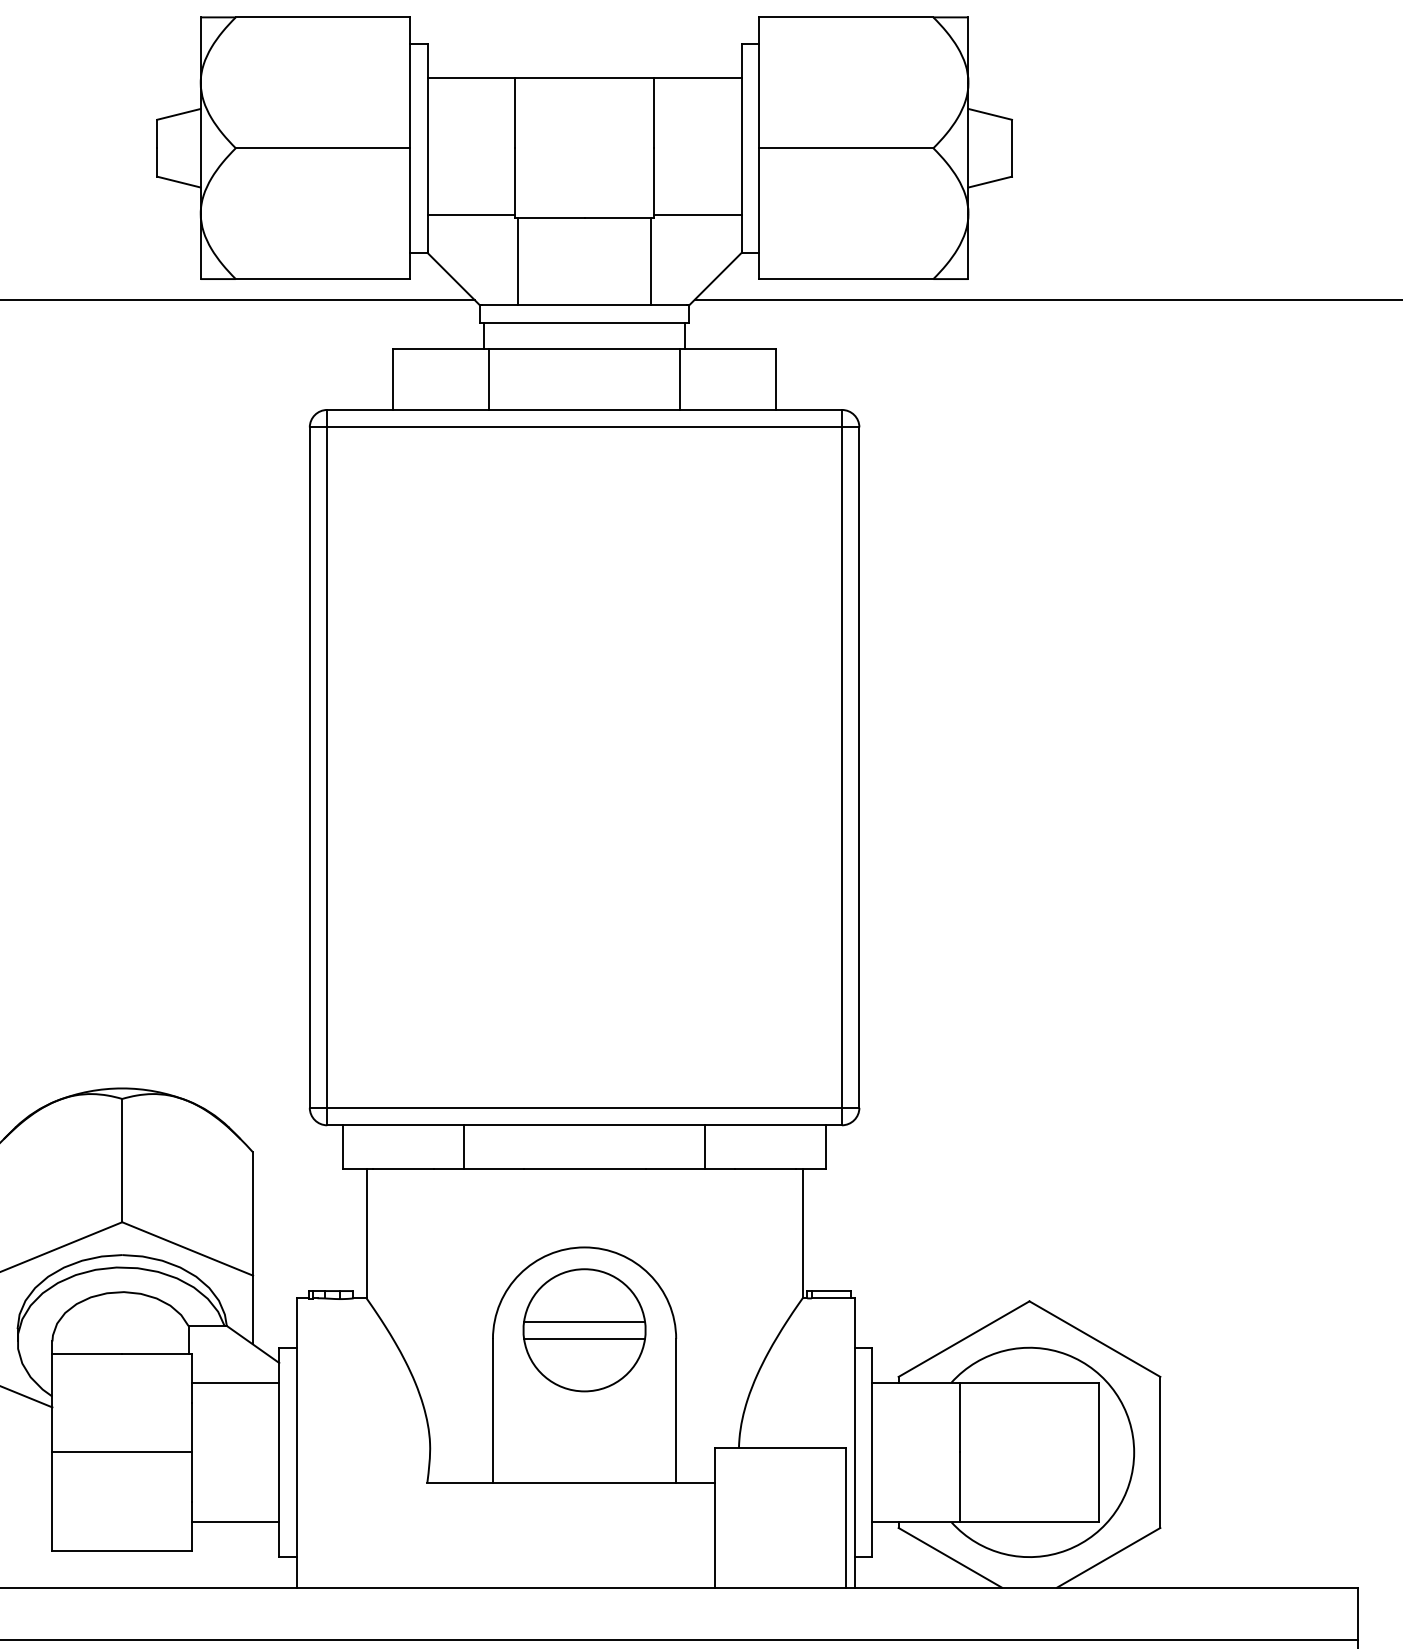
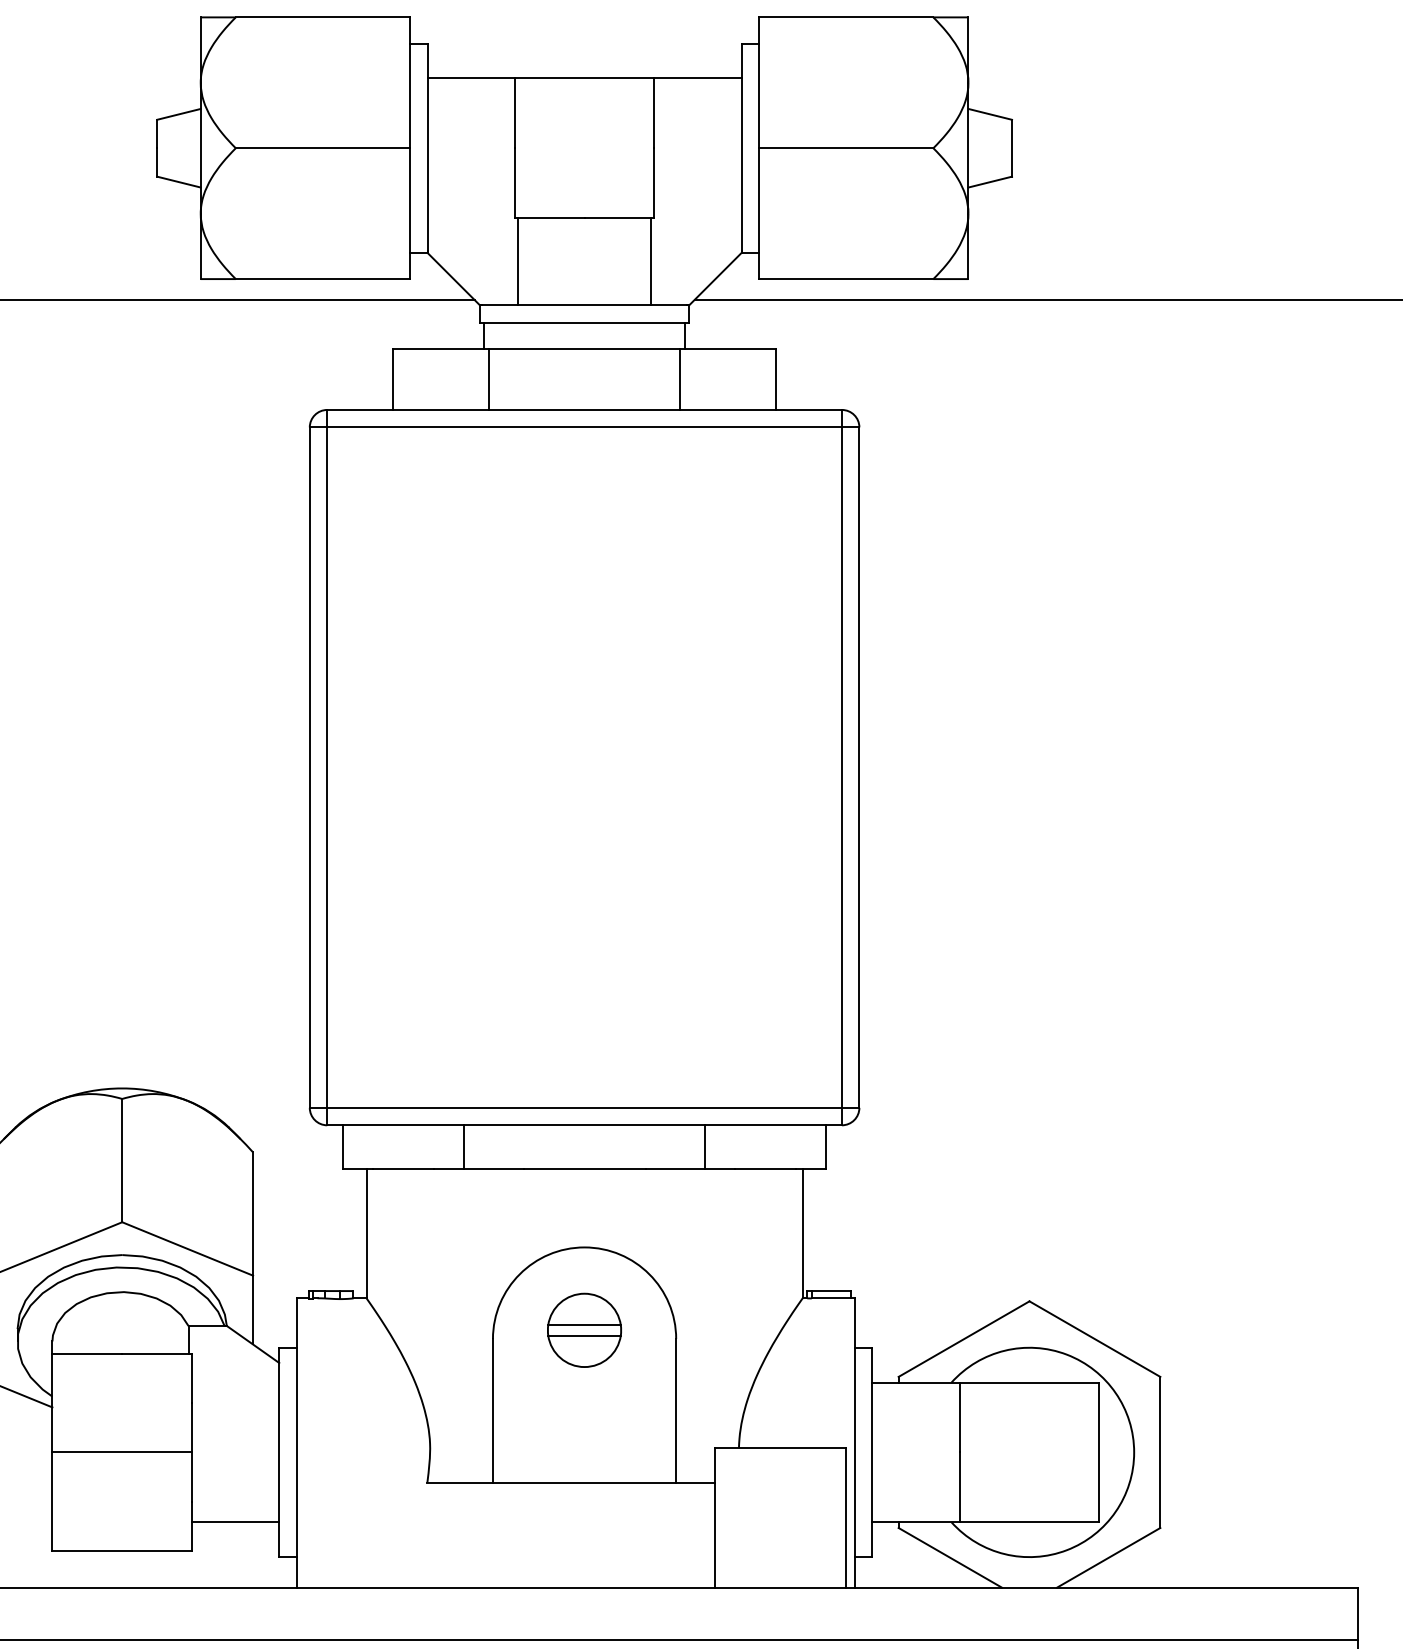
line at (470, 214): present -> none
line at (697, 214): present -> none
part at (584, 1330) size: 125x125 px -> 75x76 px
line at (235, 1382): present -> none
